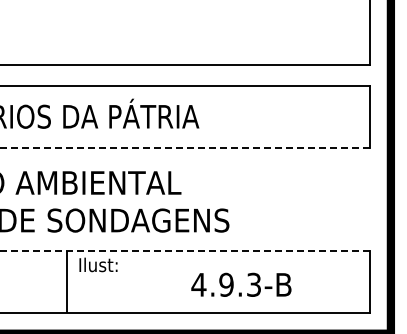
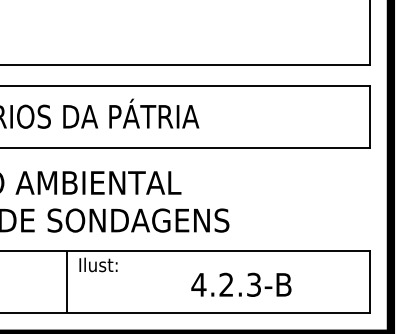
line at (185, 147): dashed -> solid
line at (185, 251): dashed -> solid
text at (226, 284): 4.9.3-B -> 4.2.3-B
